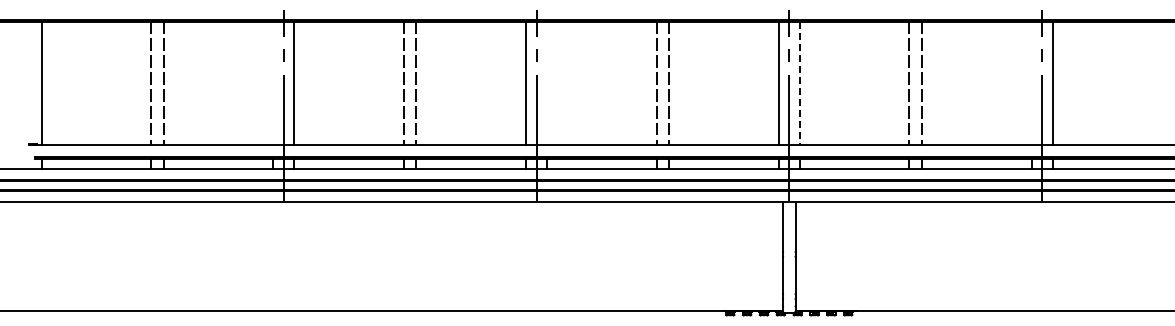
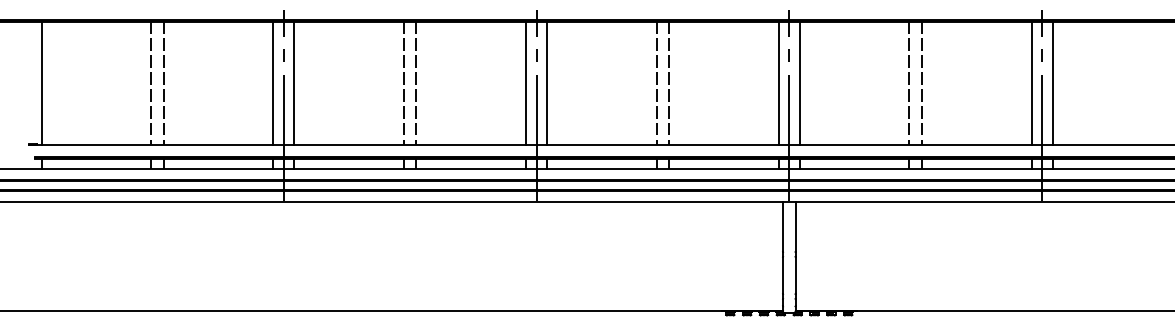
line at (273, 83): none -> present
line at (547, 83): none -> present
line at (799, 83): dashed -> solid
line at (1031, 83): none -> present
